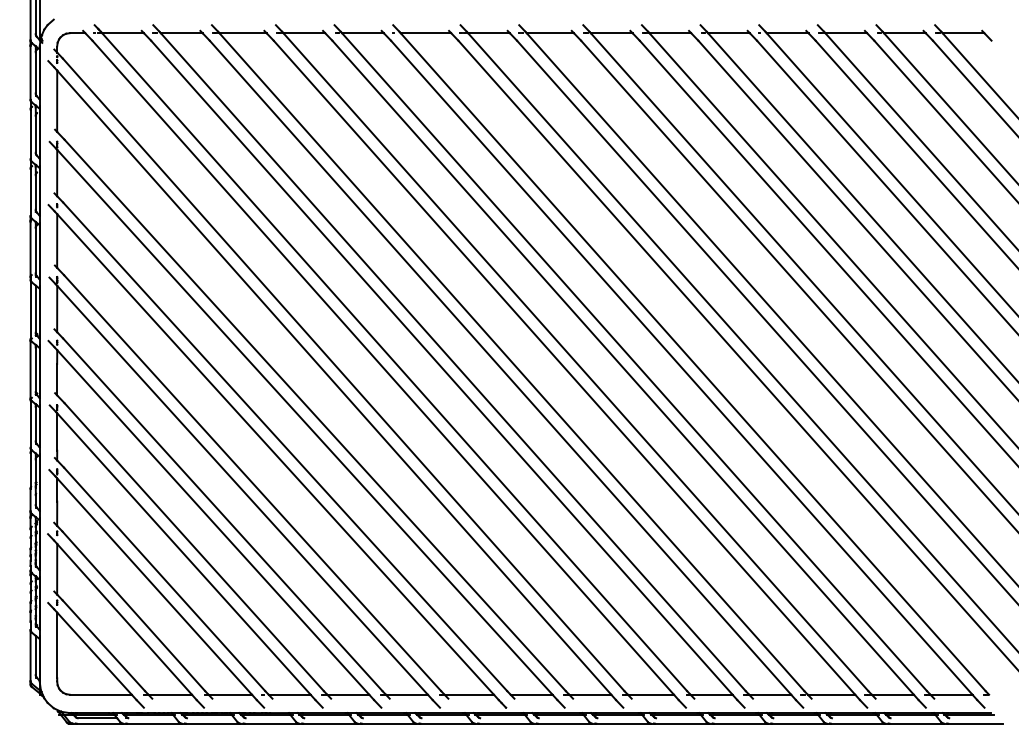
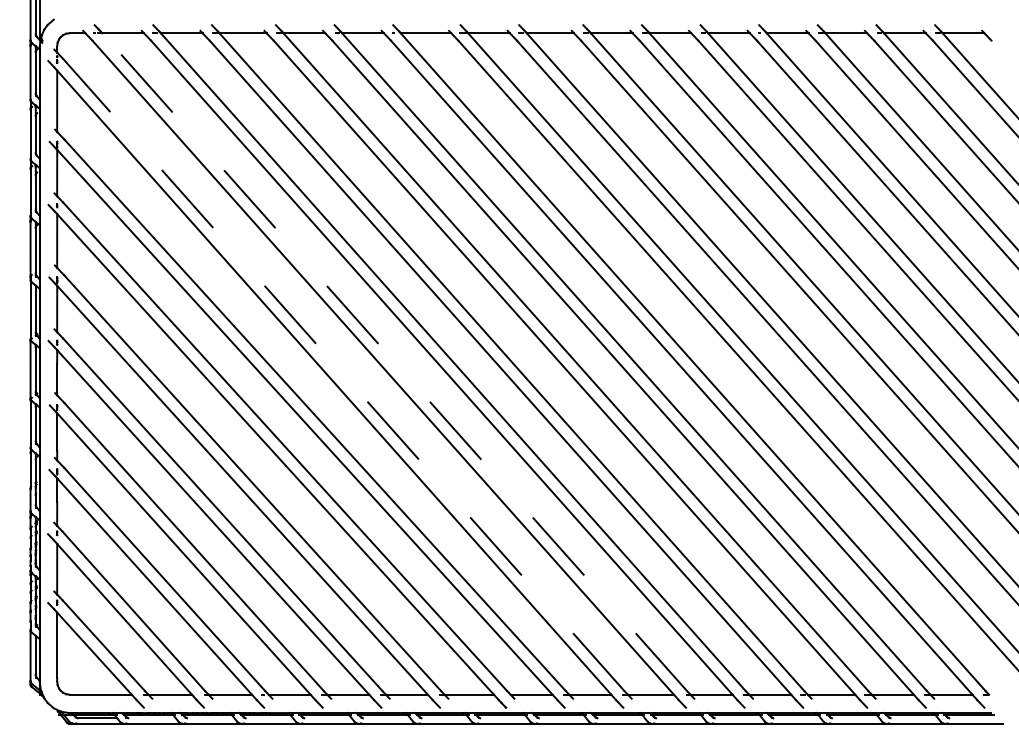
line at (394, 361): solid -> dashed
line at (343, 374): solid -> dashed
